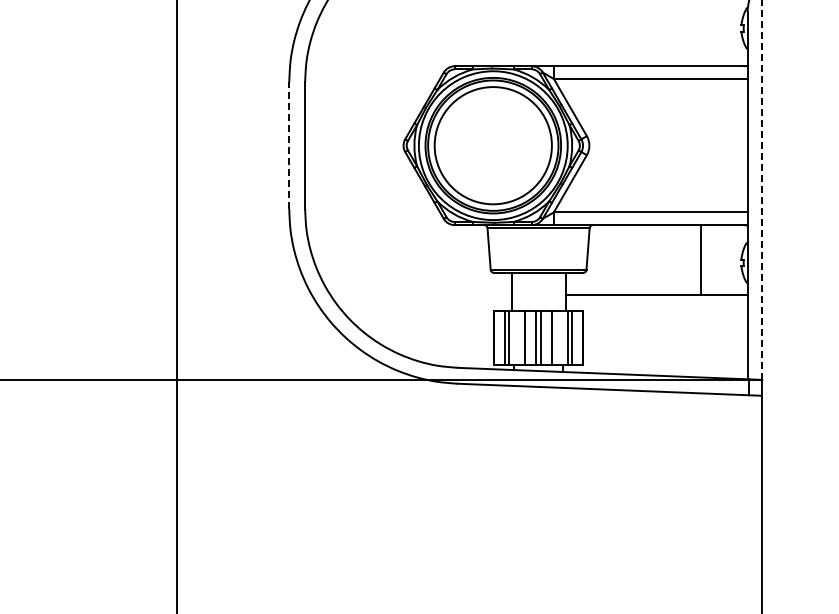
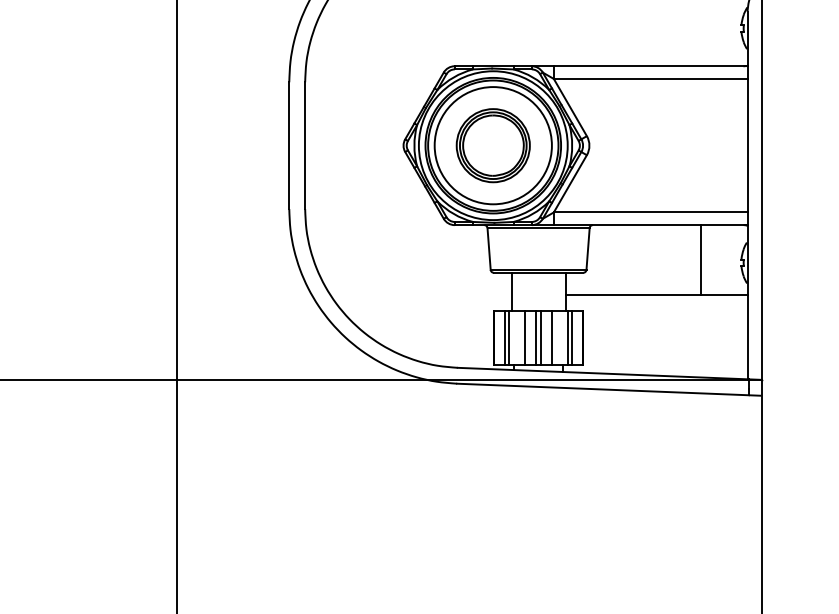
line at (289, 145): dashed -> solid
part at (492, 145): none -> present
line at (761, 190): dashed -> solid
